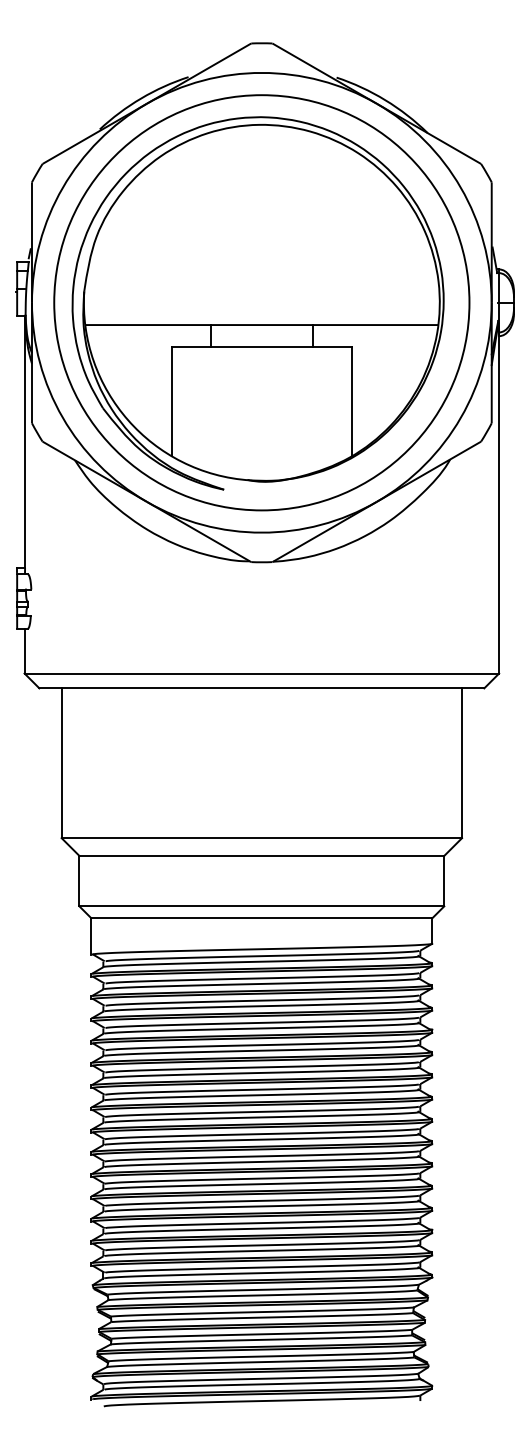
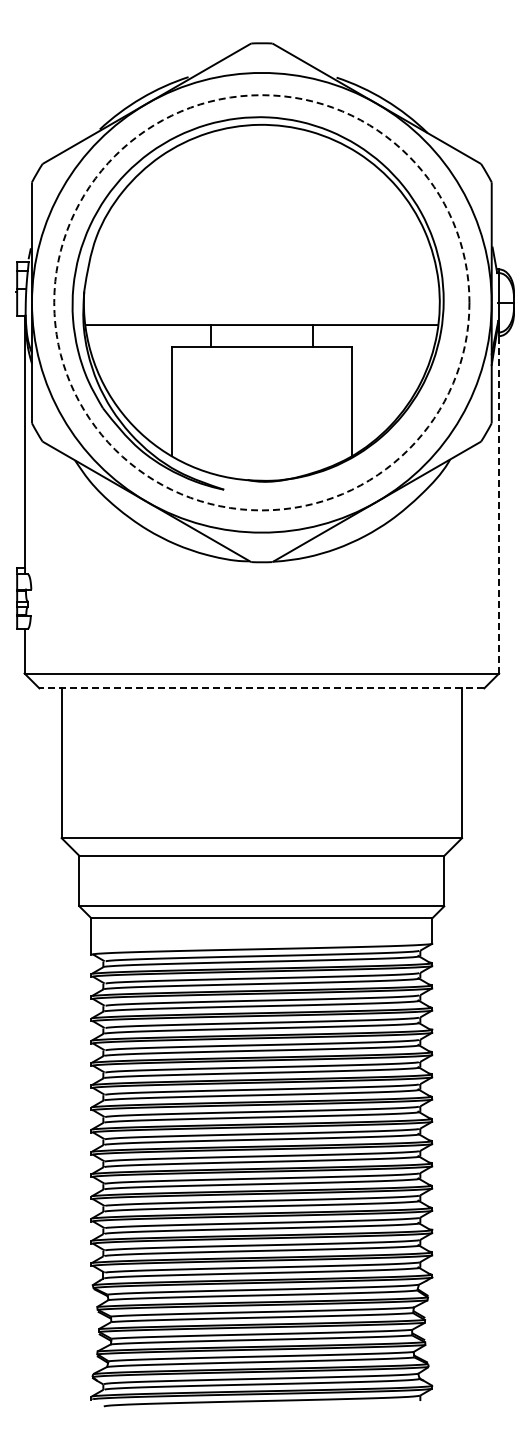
circle at (261, 302): solid -> dashed
line at (499, 503): solid -> dashed
line at (261, 688): solid -> dashed
